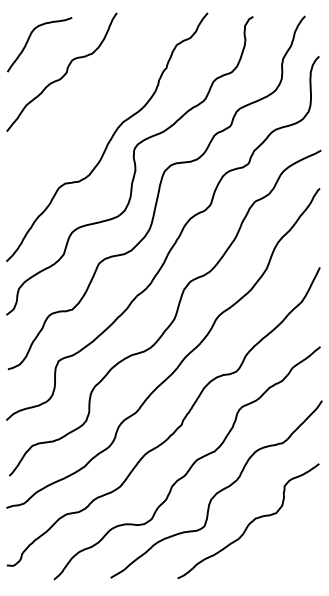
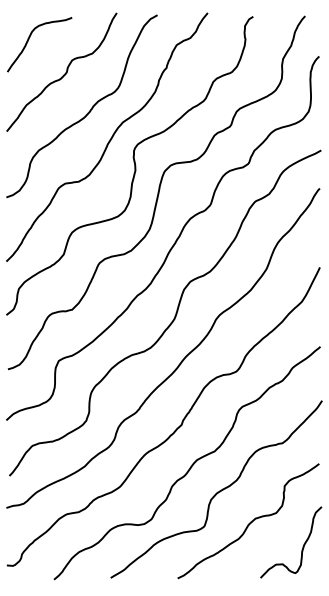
curve at (88, 111): none -> present
curve at (302, 546): none -> present
